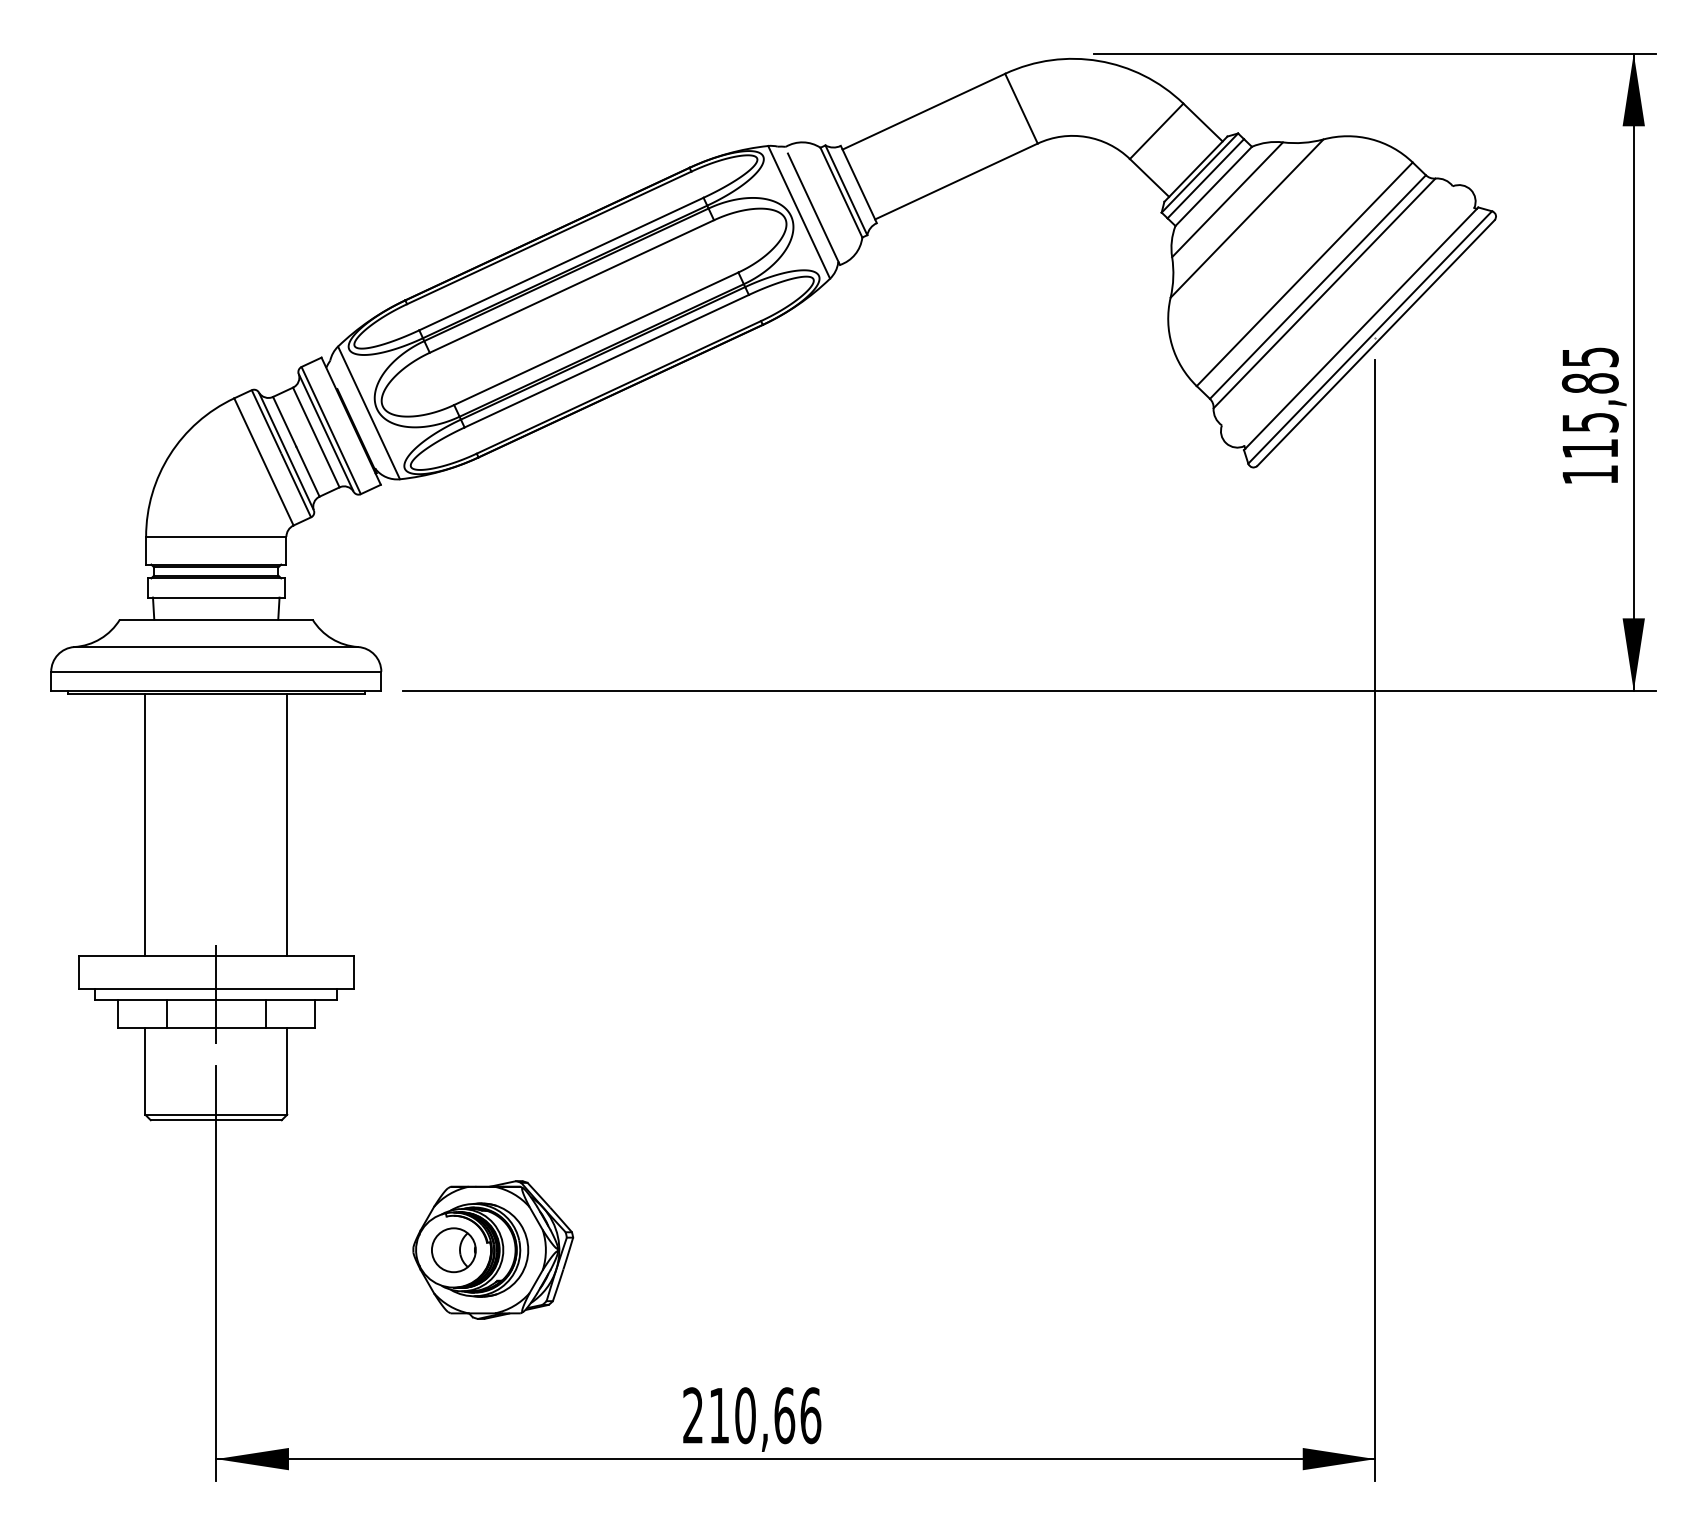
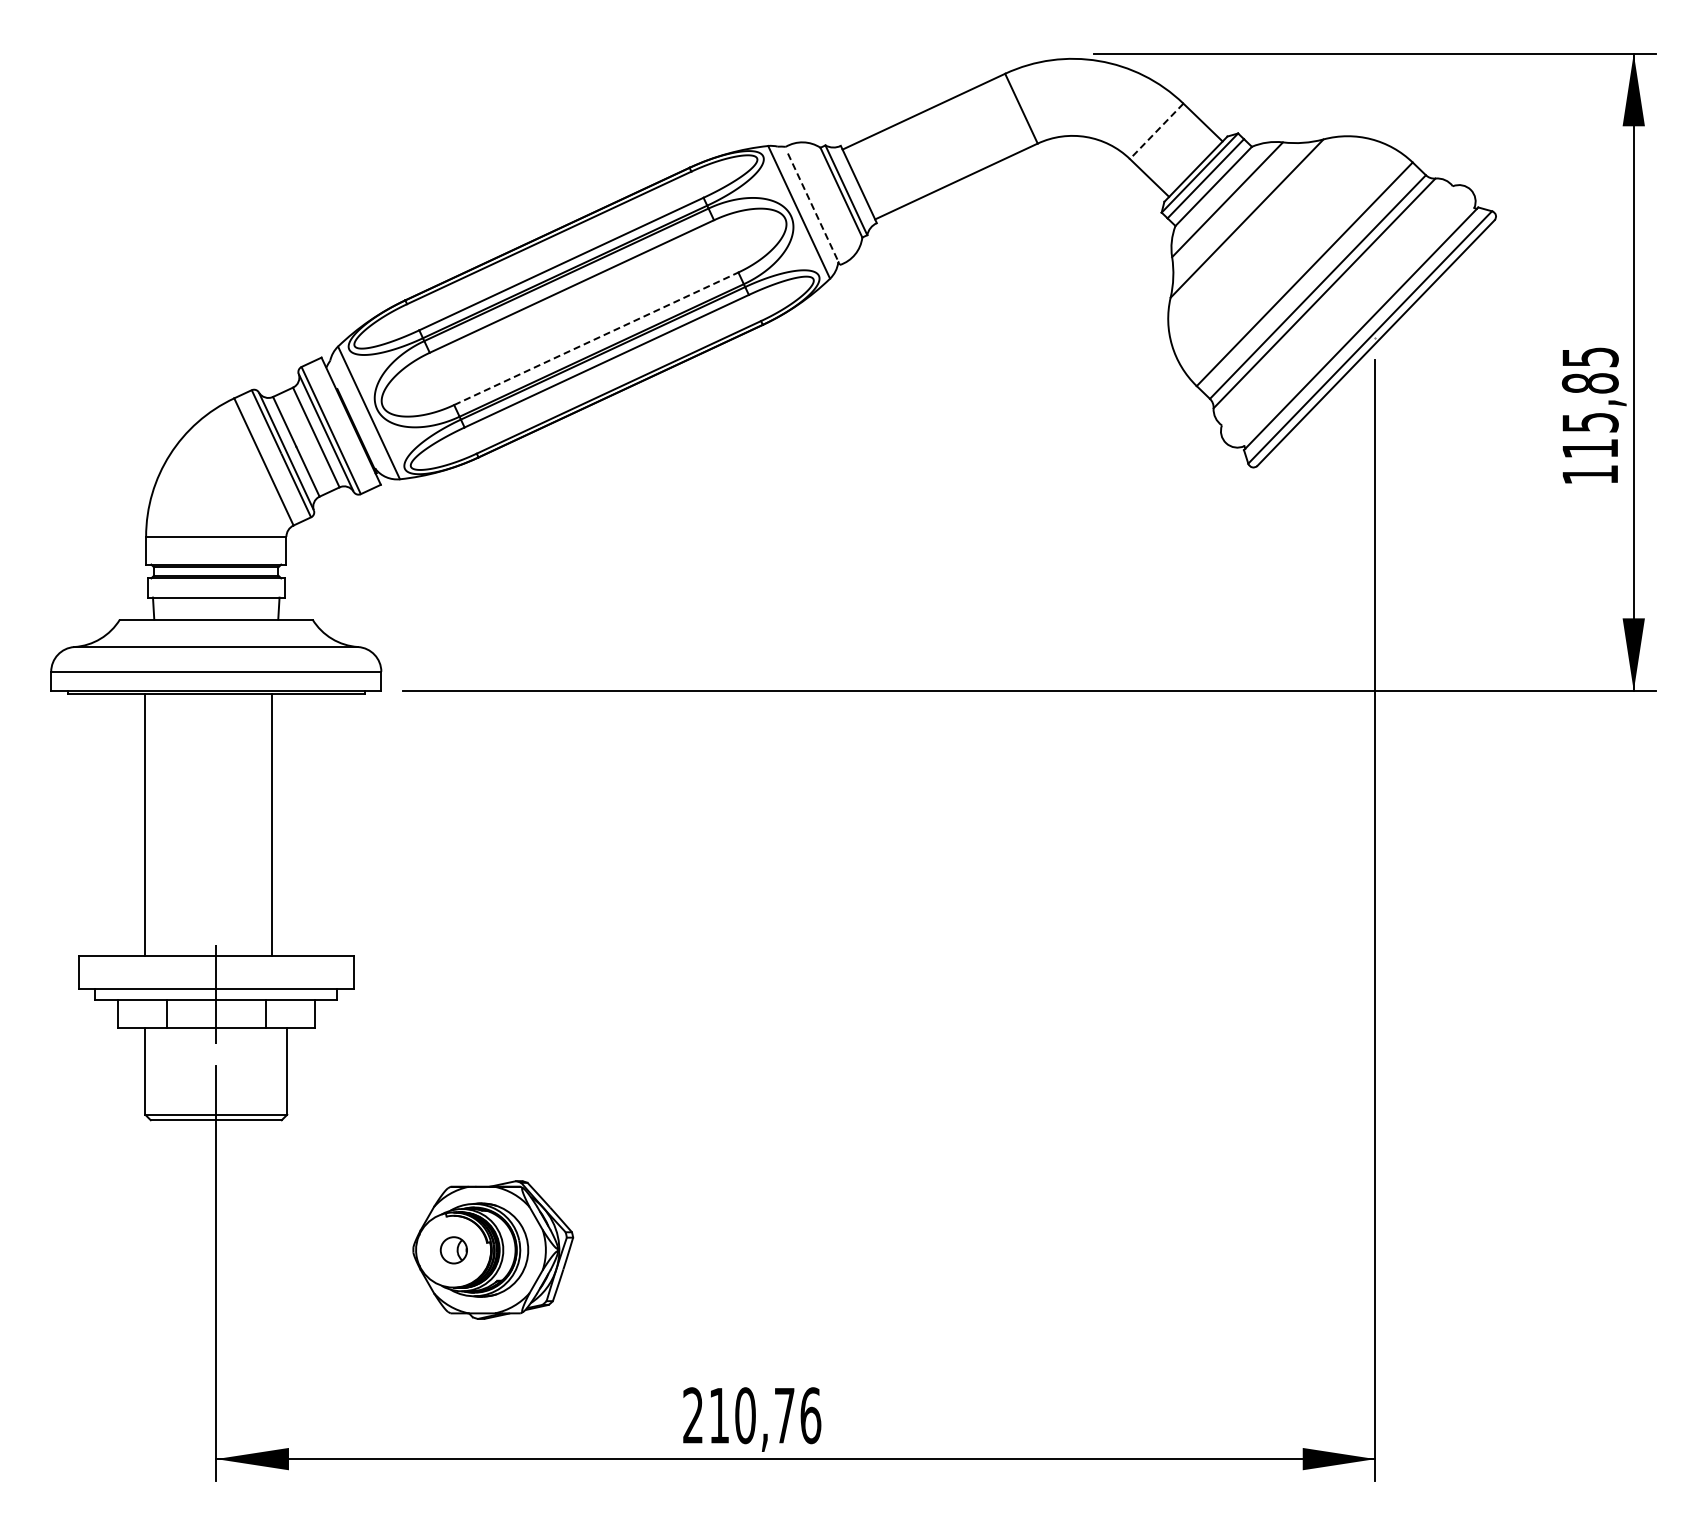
line at (1156, 131): solid -> dashed
line at (814, 209): solid -> dashed
line at (596, 338): solid -> dashed
line at (287, 824) position: (287, 824) -> (272, 824)
part at (453, 1250) size: 46x47 px -> 29x29 px
text at (784, 1415): 210,66 -> 210,76
